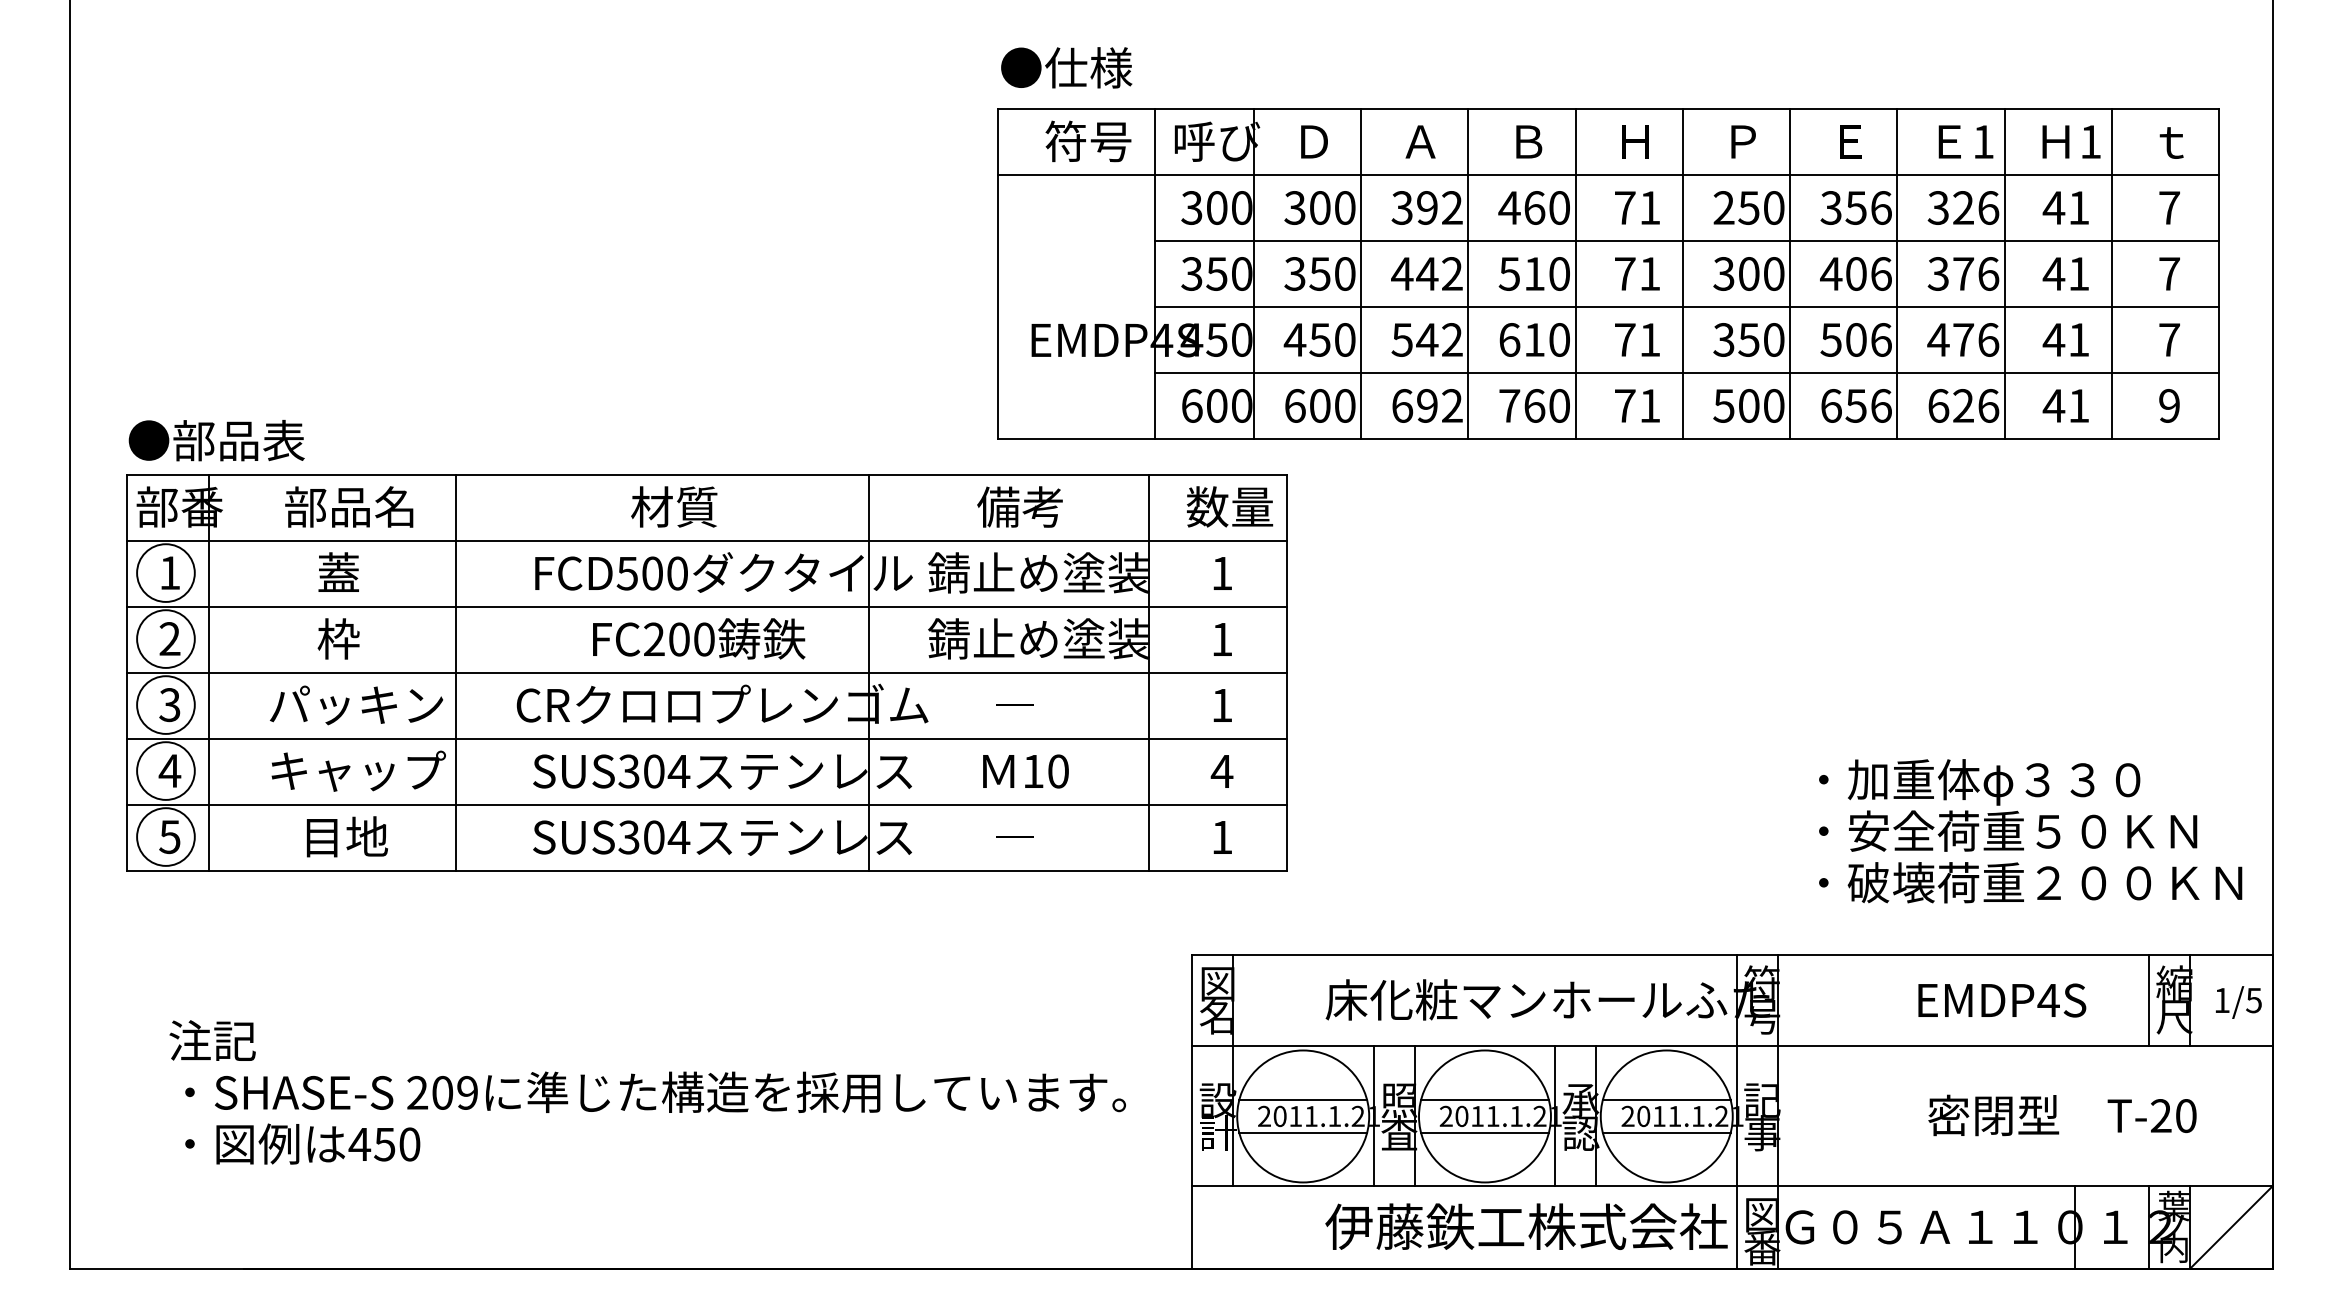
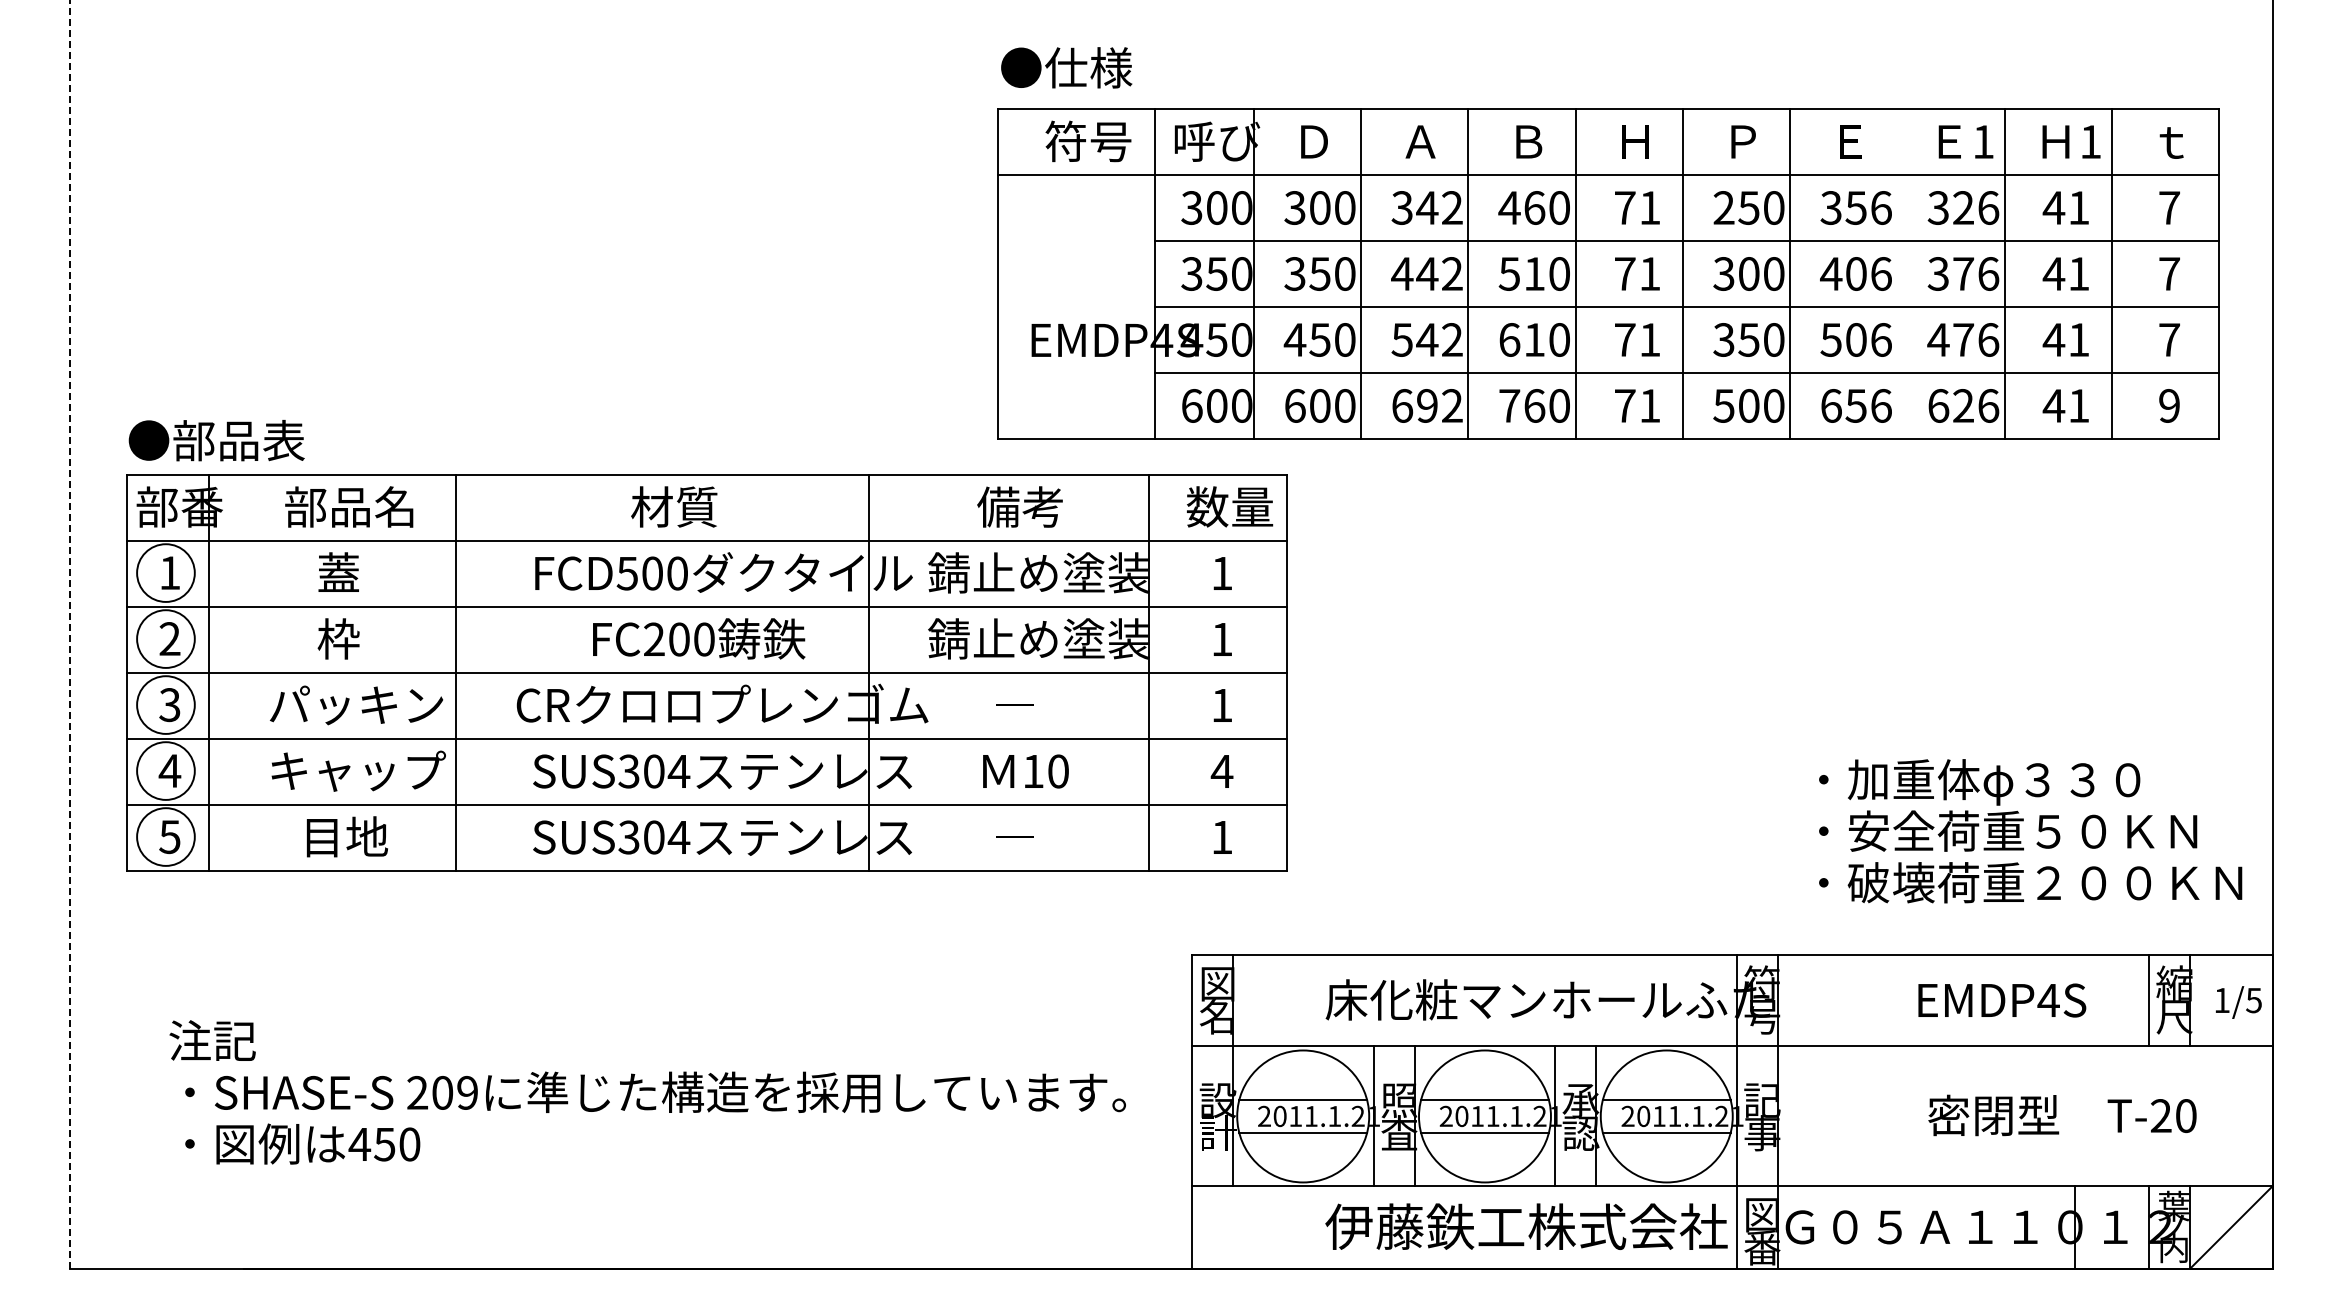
text at (1427, 207): 392 -> 342
line at (1897, 273): present -> none
line at (70, 633): solid -> dashed
